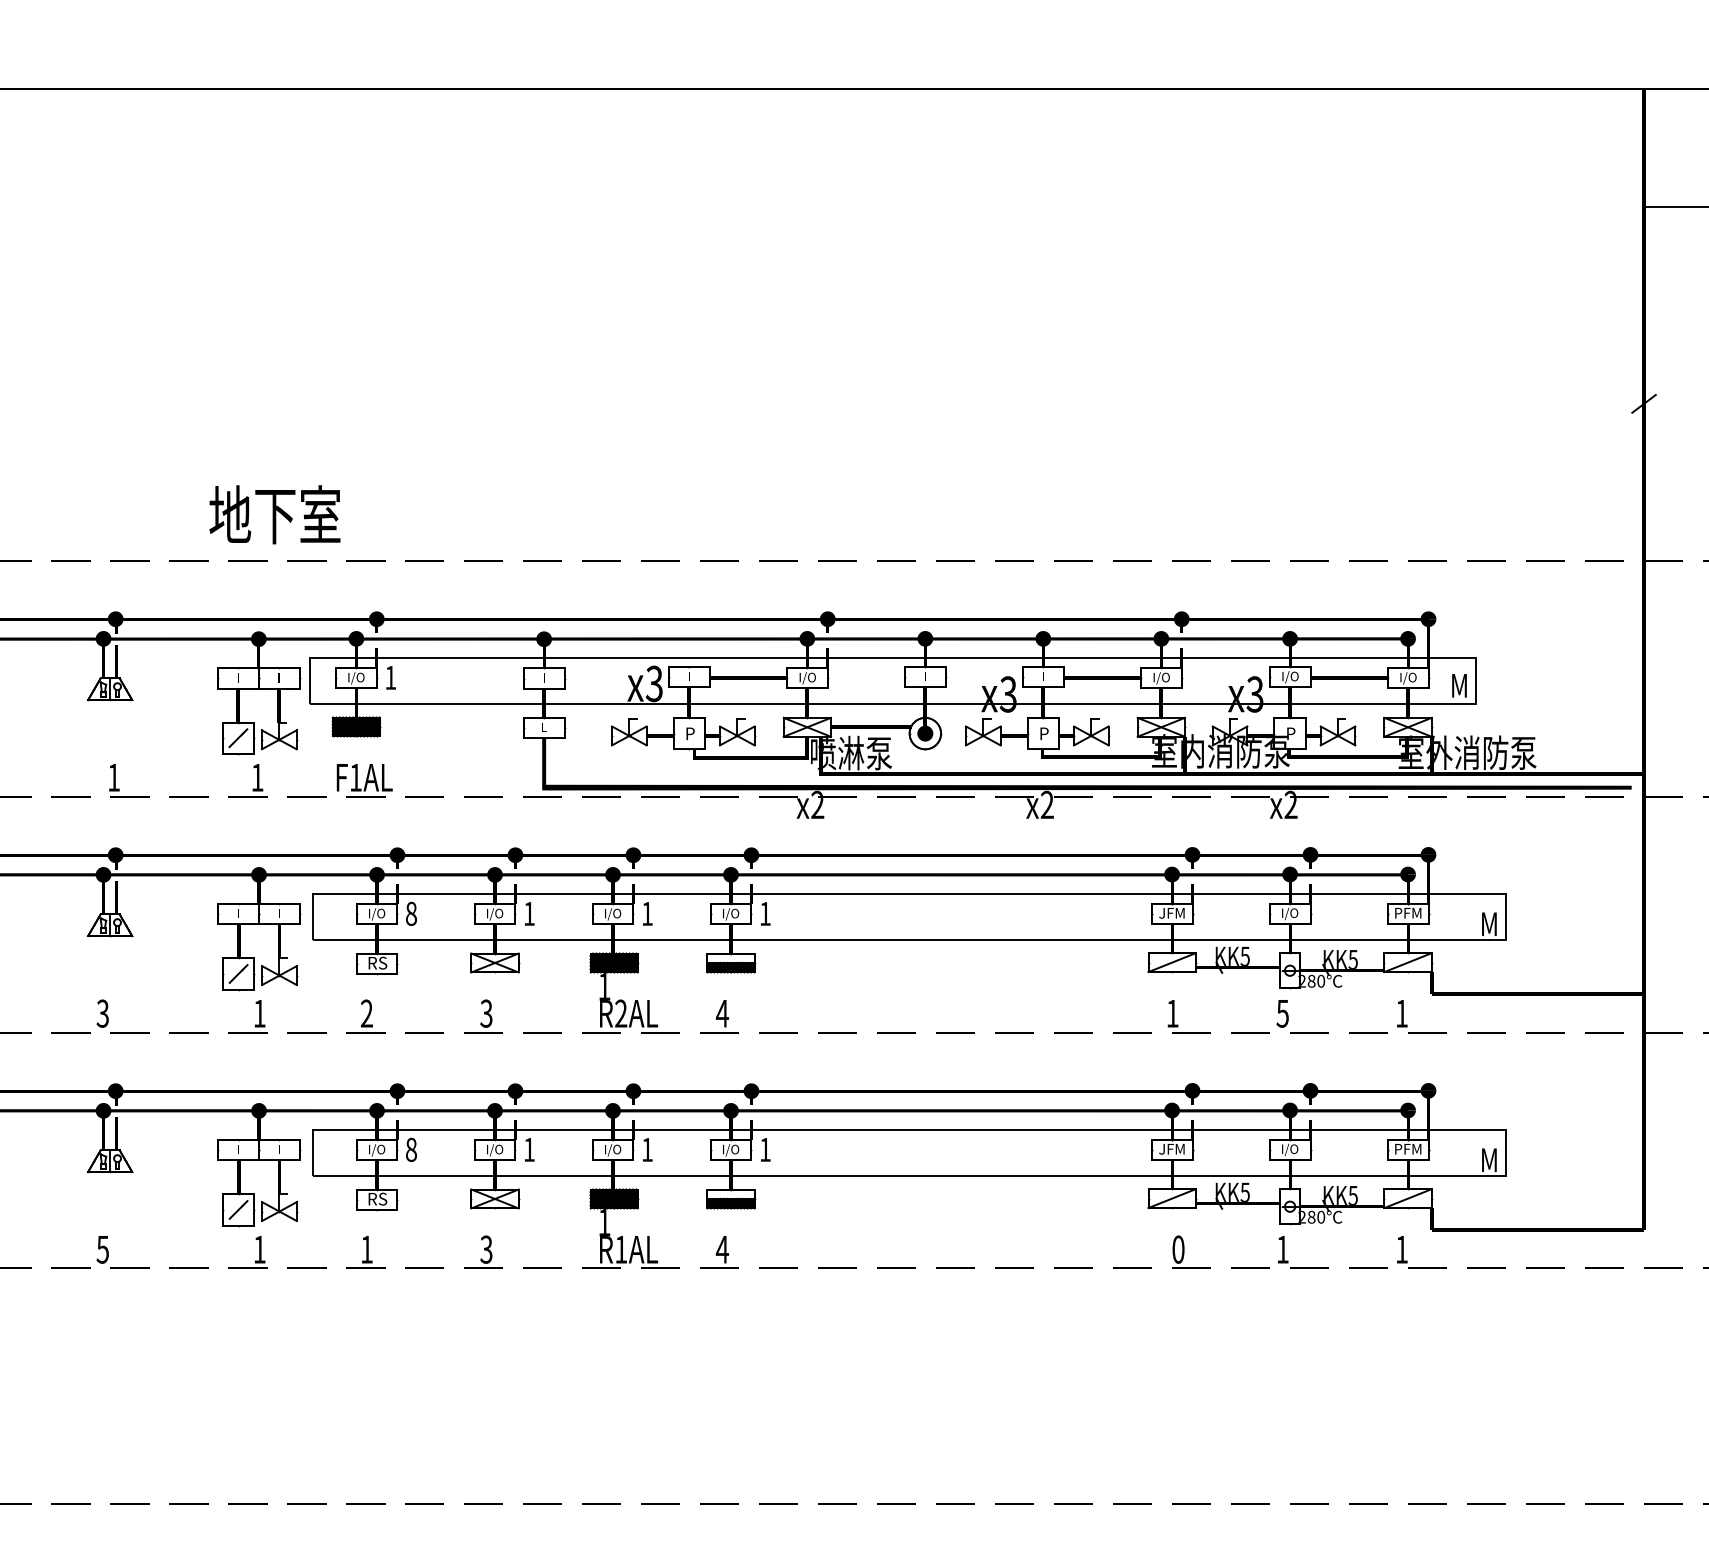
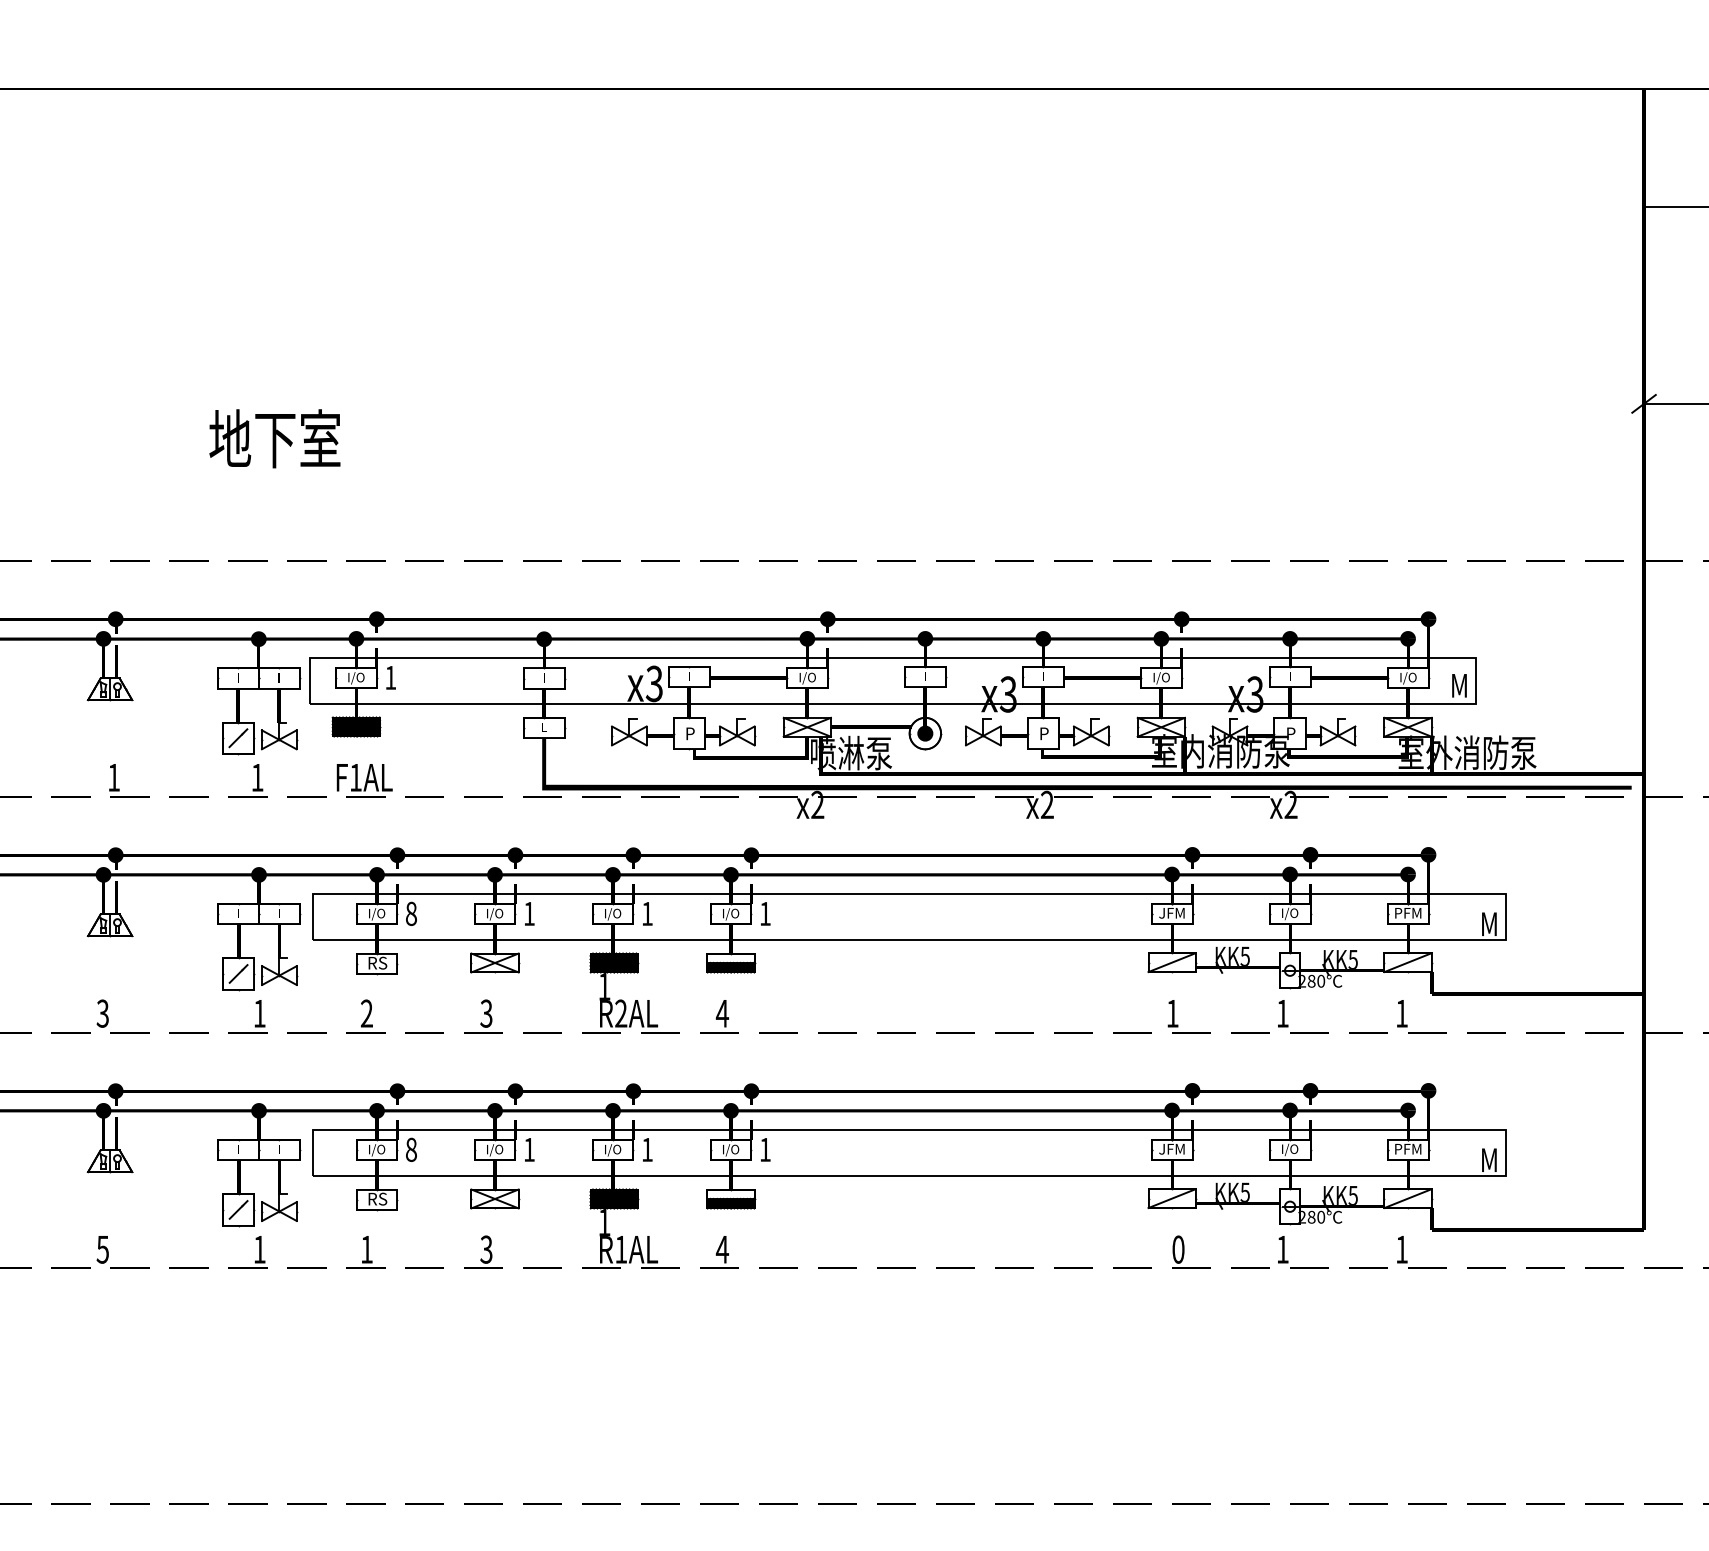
line at (1674, 403): none -> present
text at (274, 514) position: (274, 514) -> (274, 438)
text at (1290, 677): I/O -> I
text at (1282, 1013): 5 -> 1
